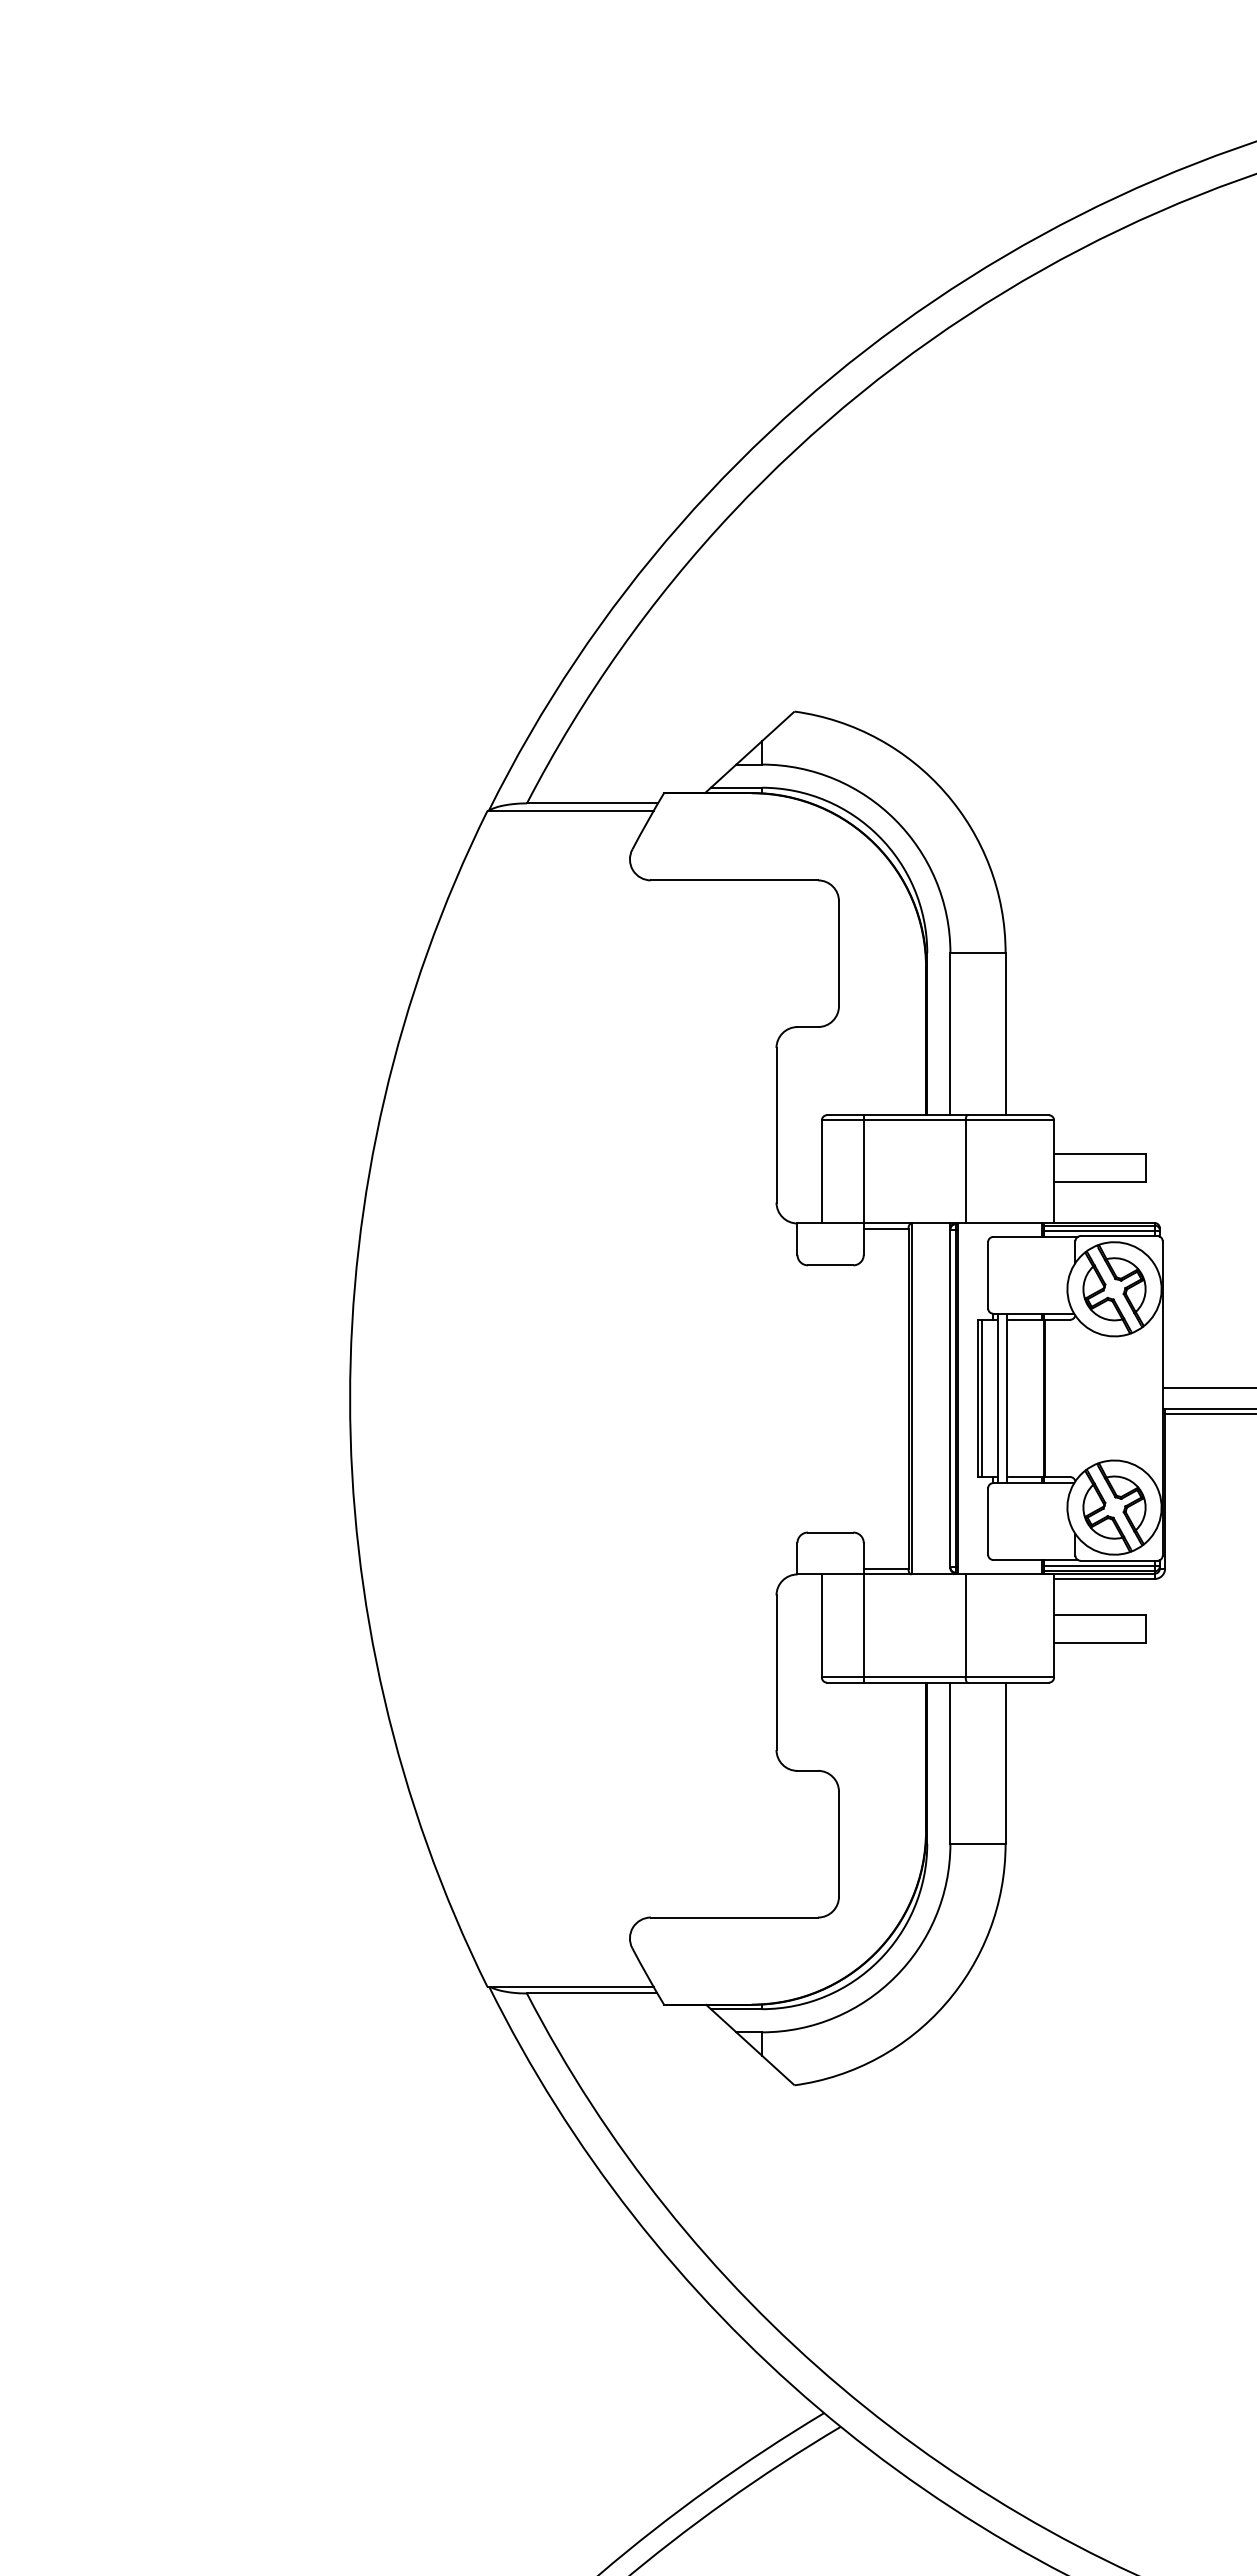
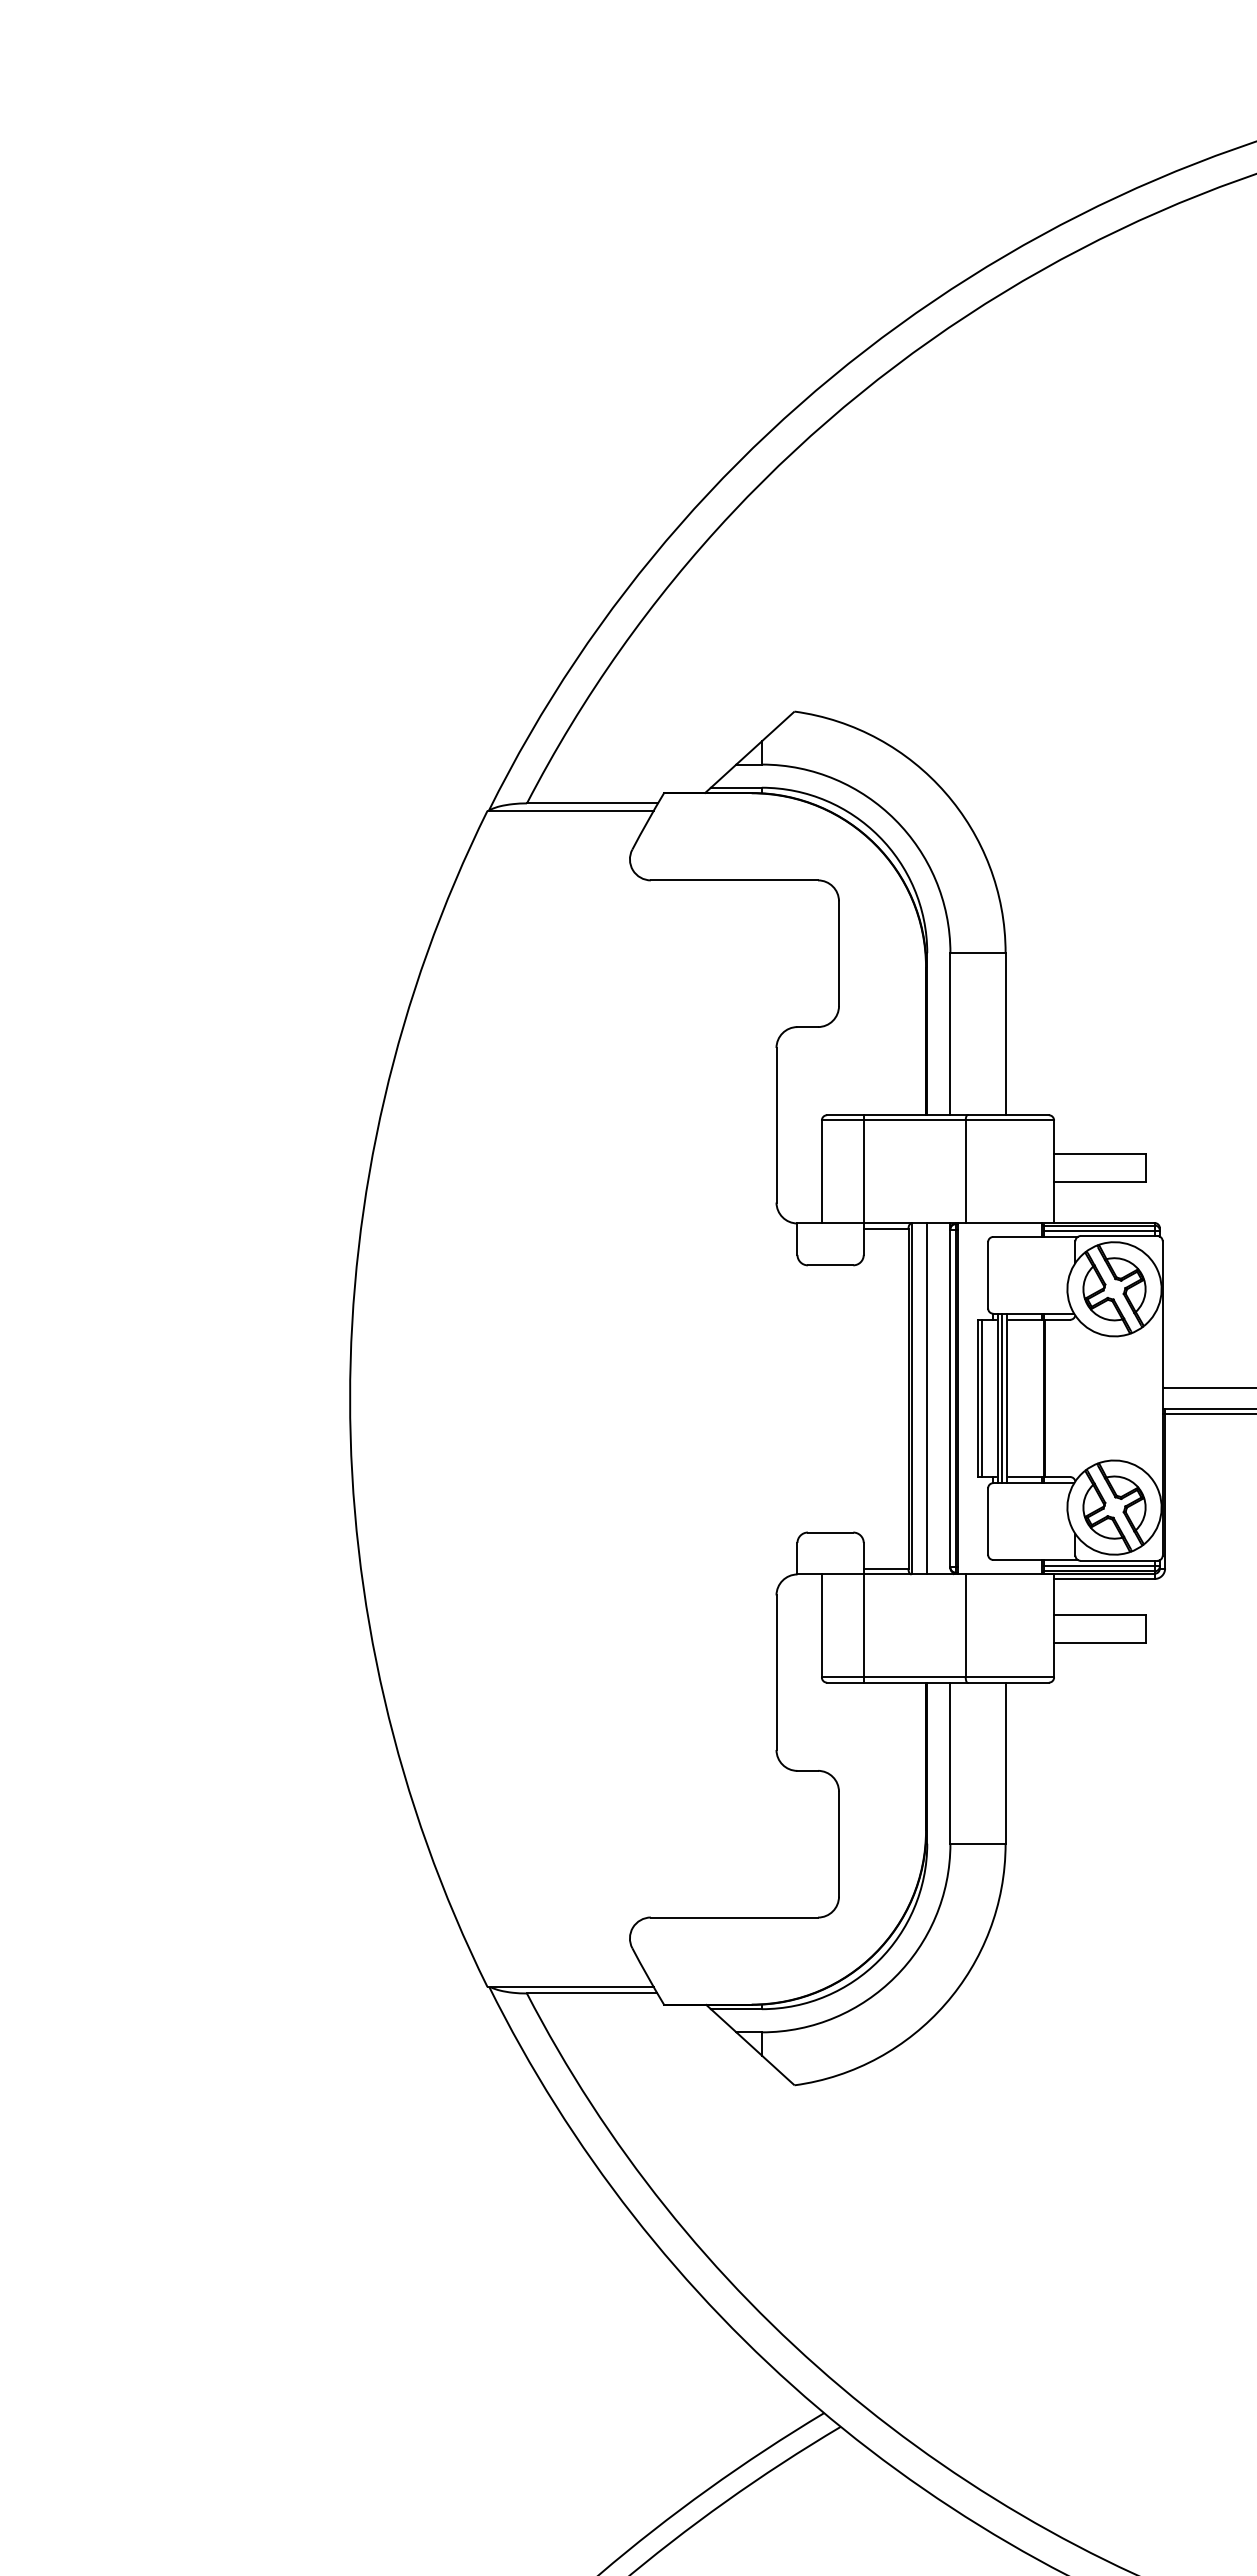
line at (927, 1398): none -> present
line at (1002, 1398): none -> present
